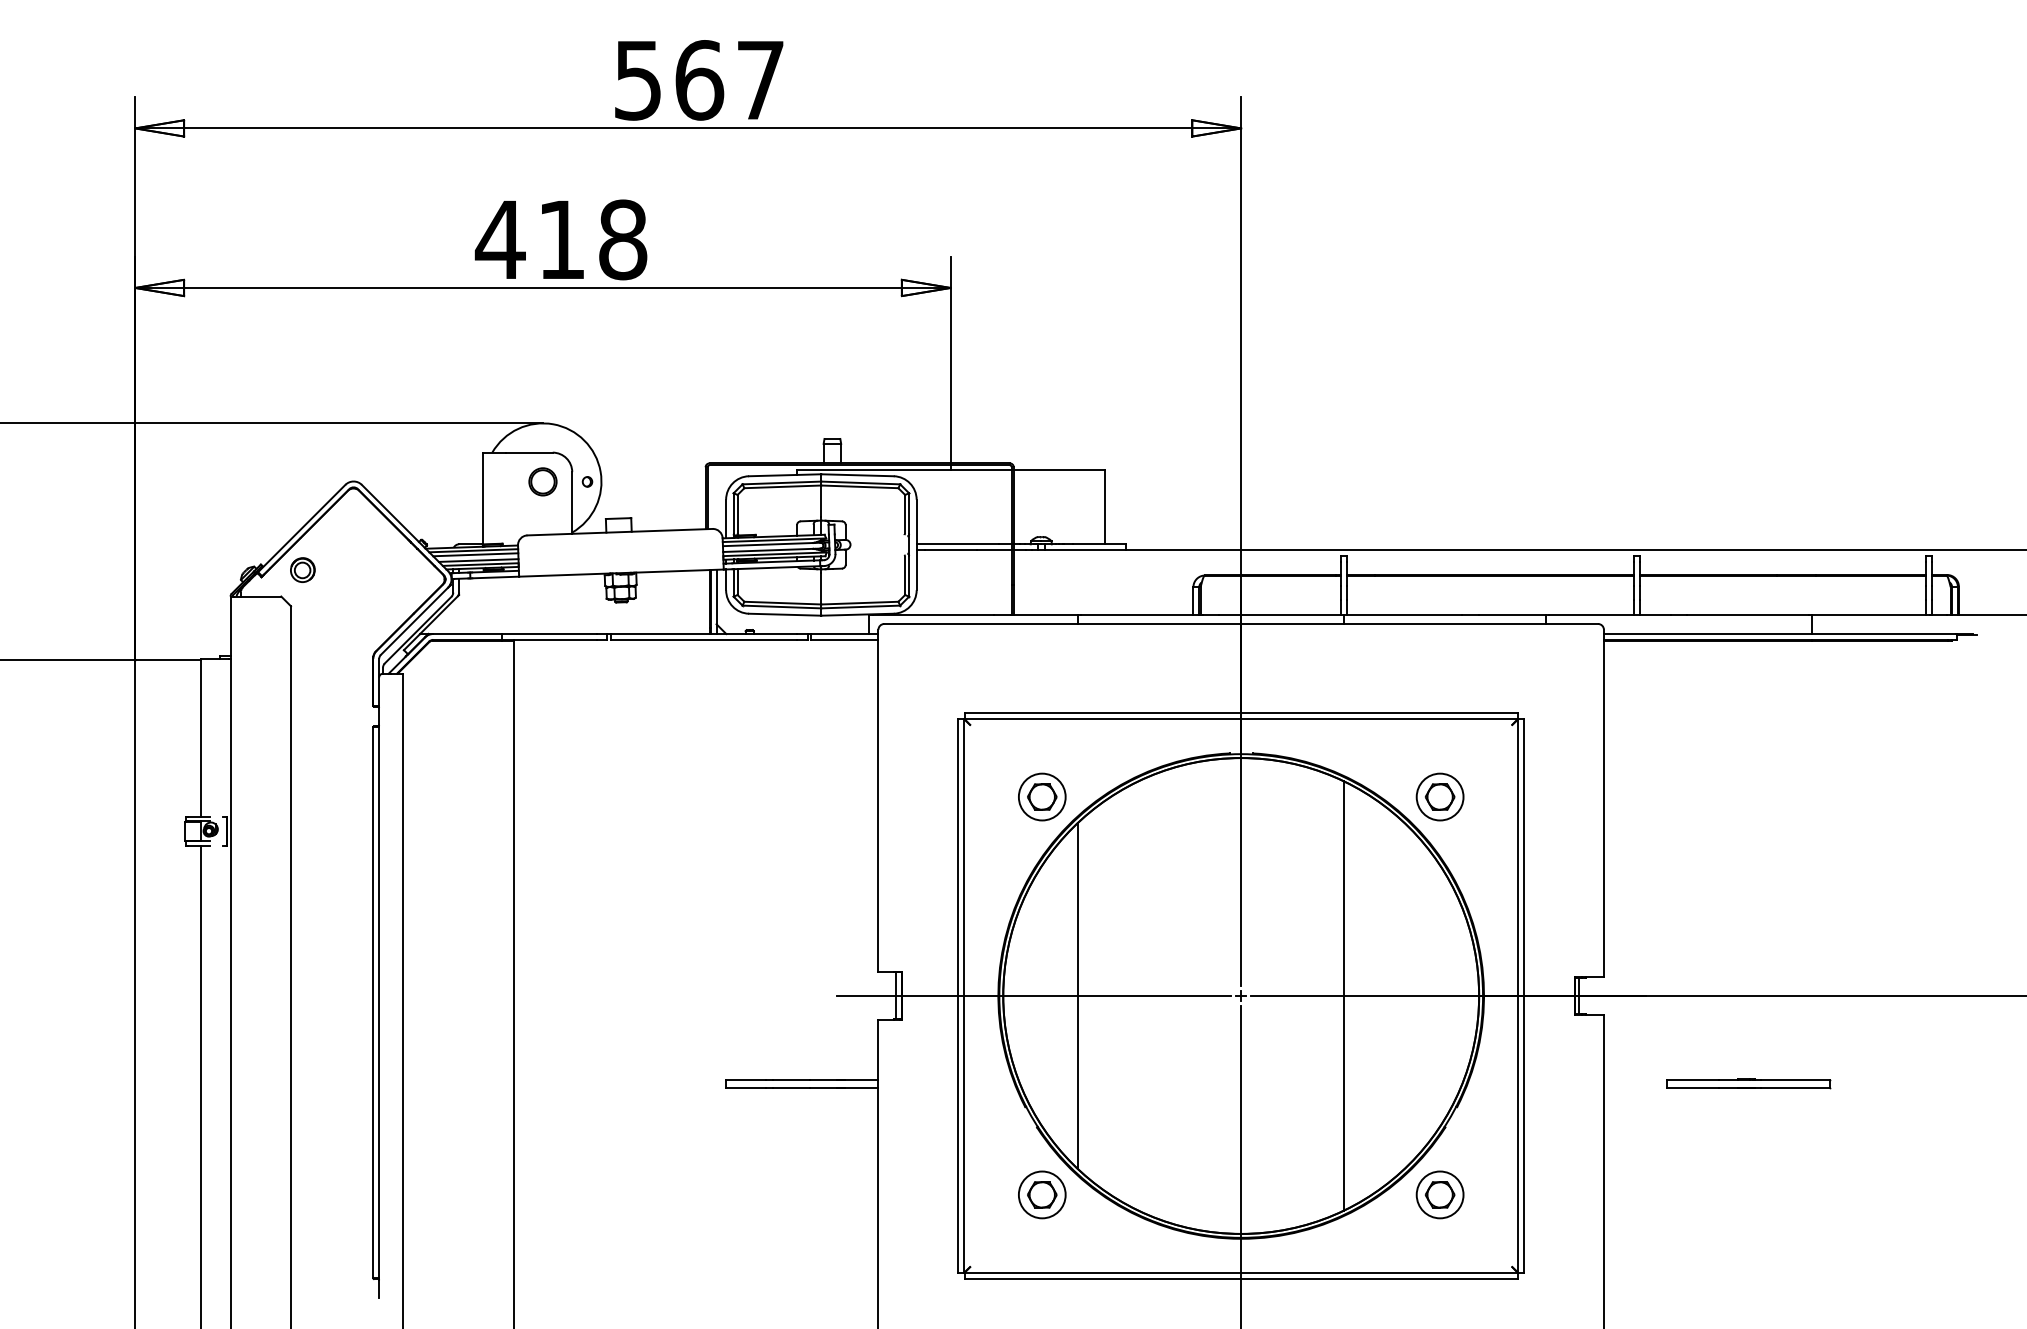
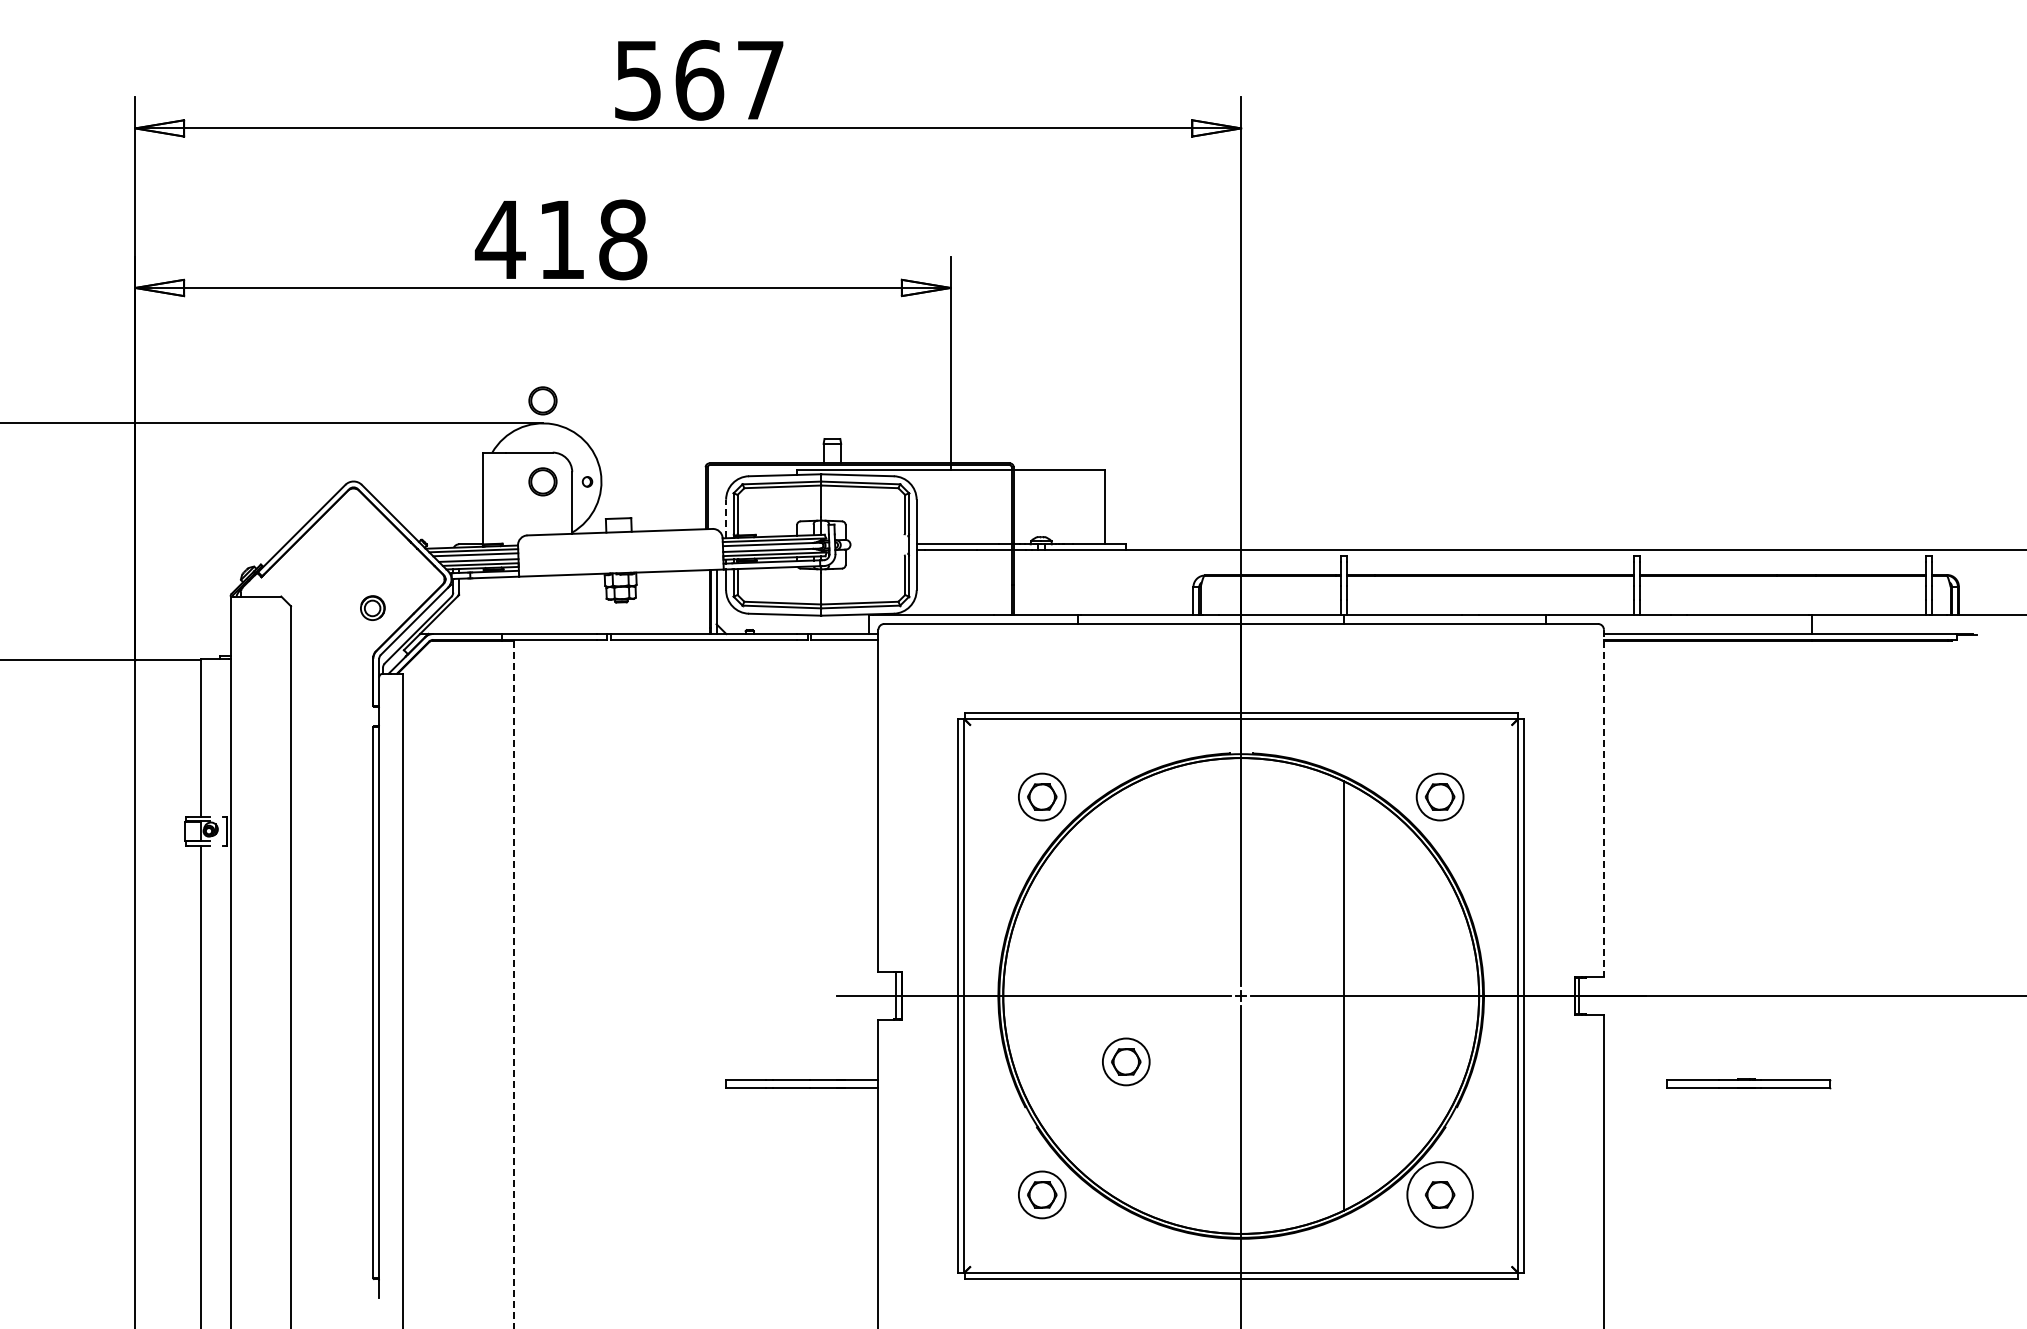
circle at (542, 400): none -> present
line at (726, 518): solid -> dashed
part at (302, 569) position: (302, 569) -> (372, 607)
line at (1603, 803): solid -> dashed
line at (513, 983): solid -> dashed
line at (1077, 995): present -> none
part at (1126, 1061): none -> present
circle at (1439, 1194) diameter: 47 px -> 66 px
